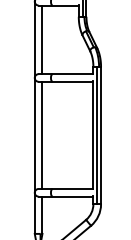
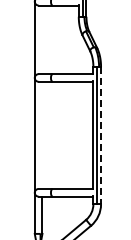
line at (42, 39): present -> none
line at (42, 134): present -> none
line at (101, 135): solid -> dashed
